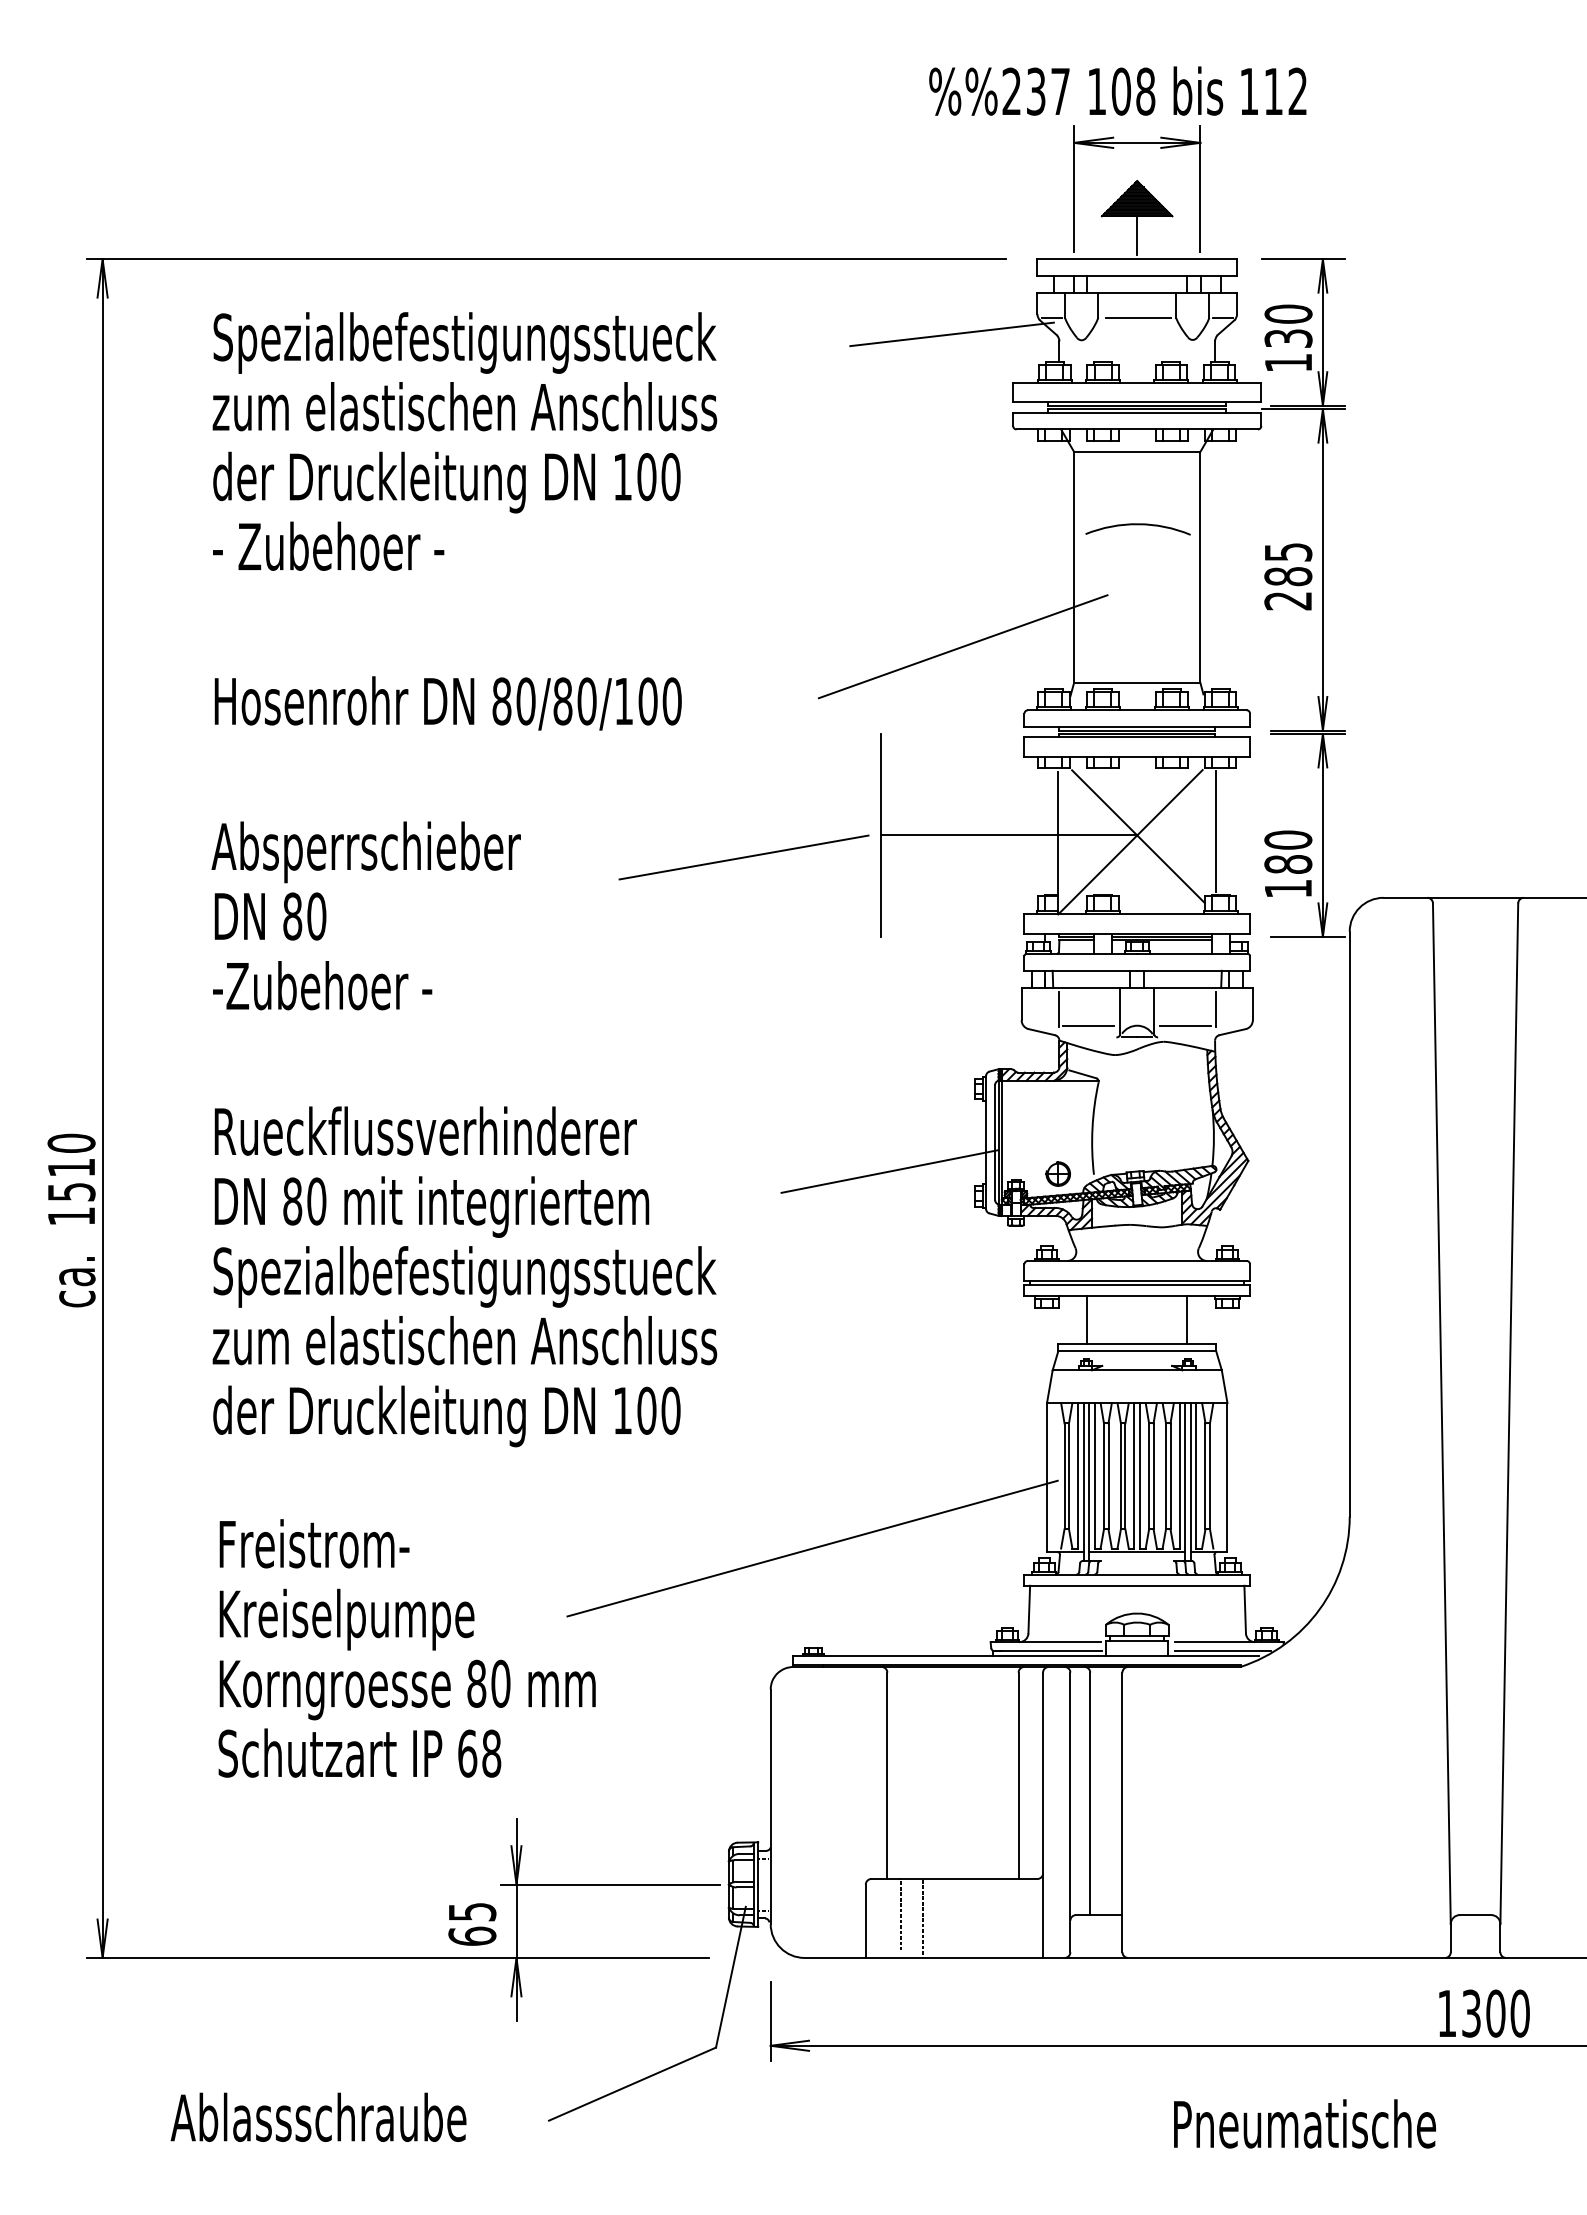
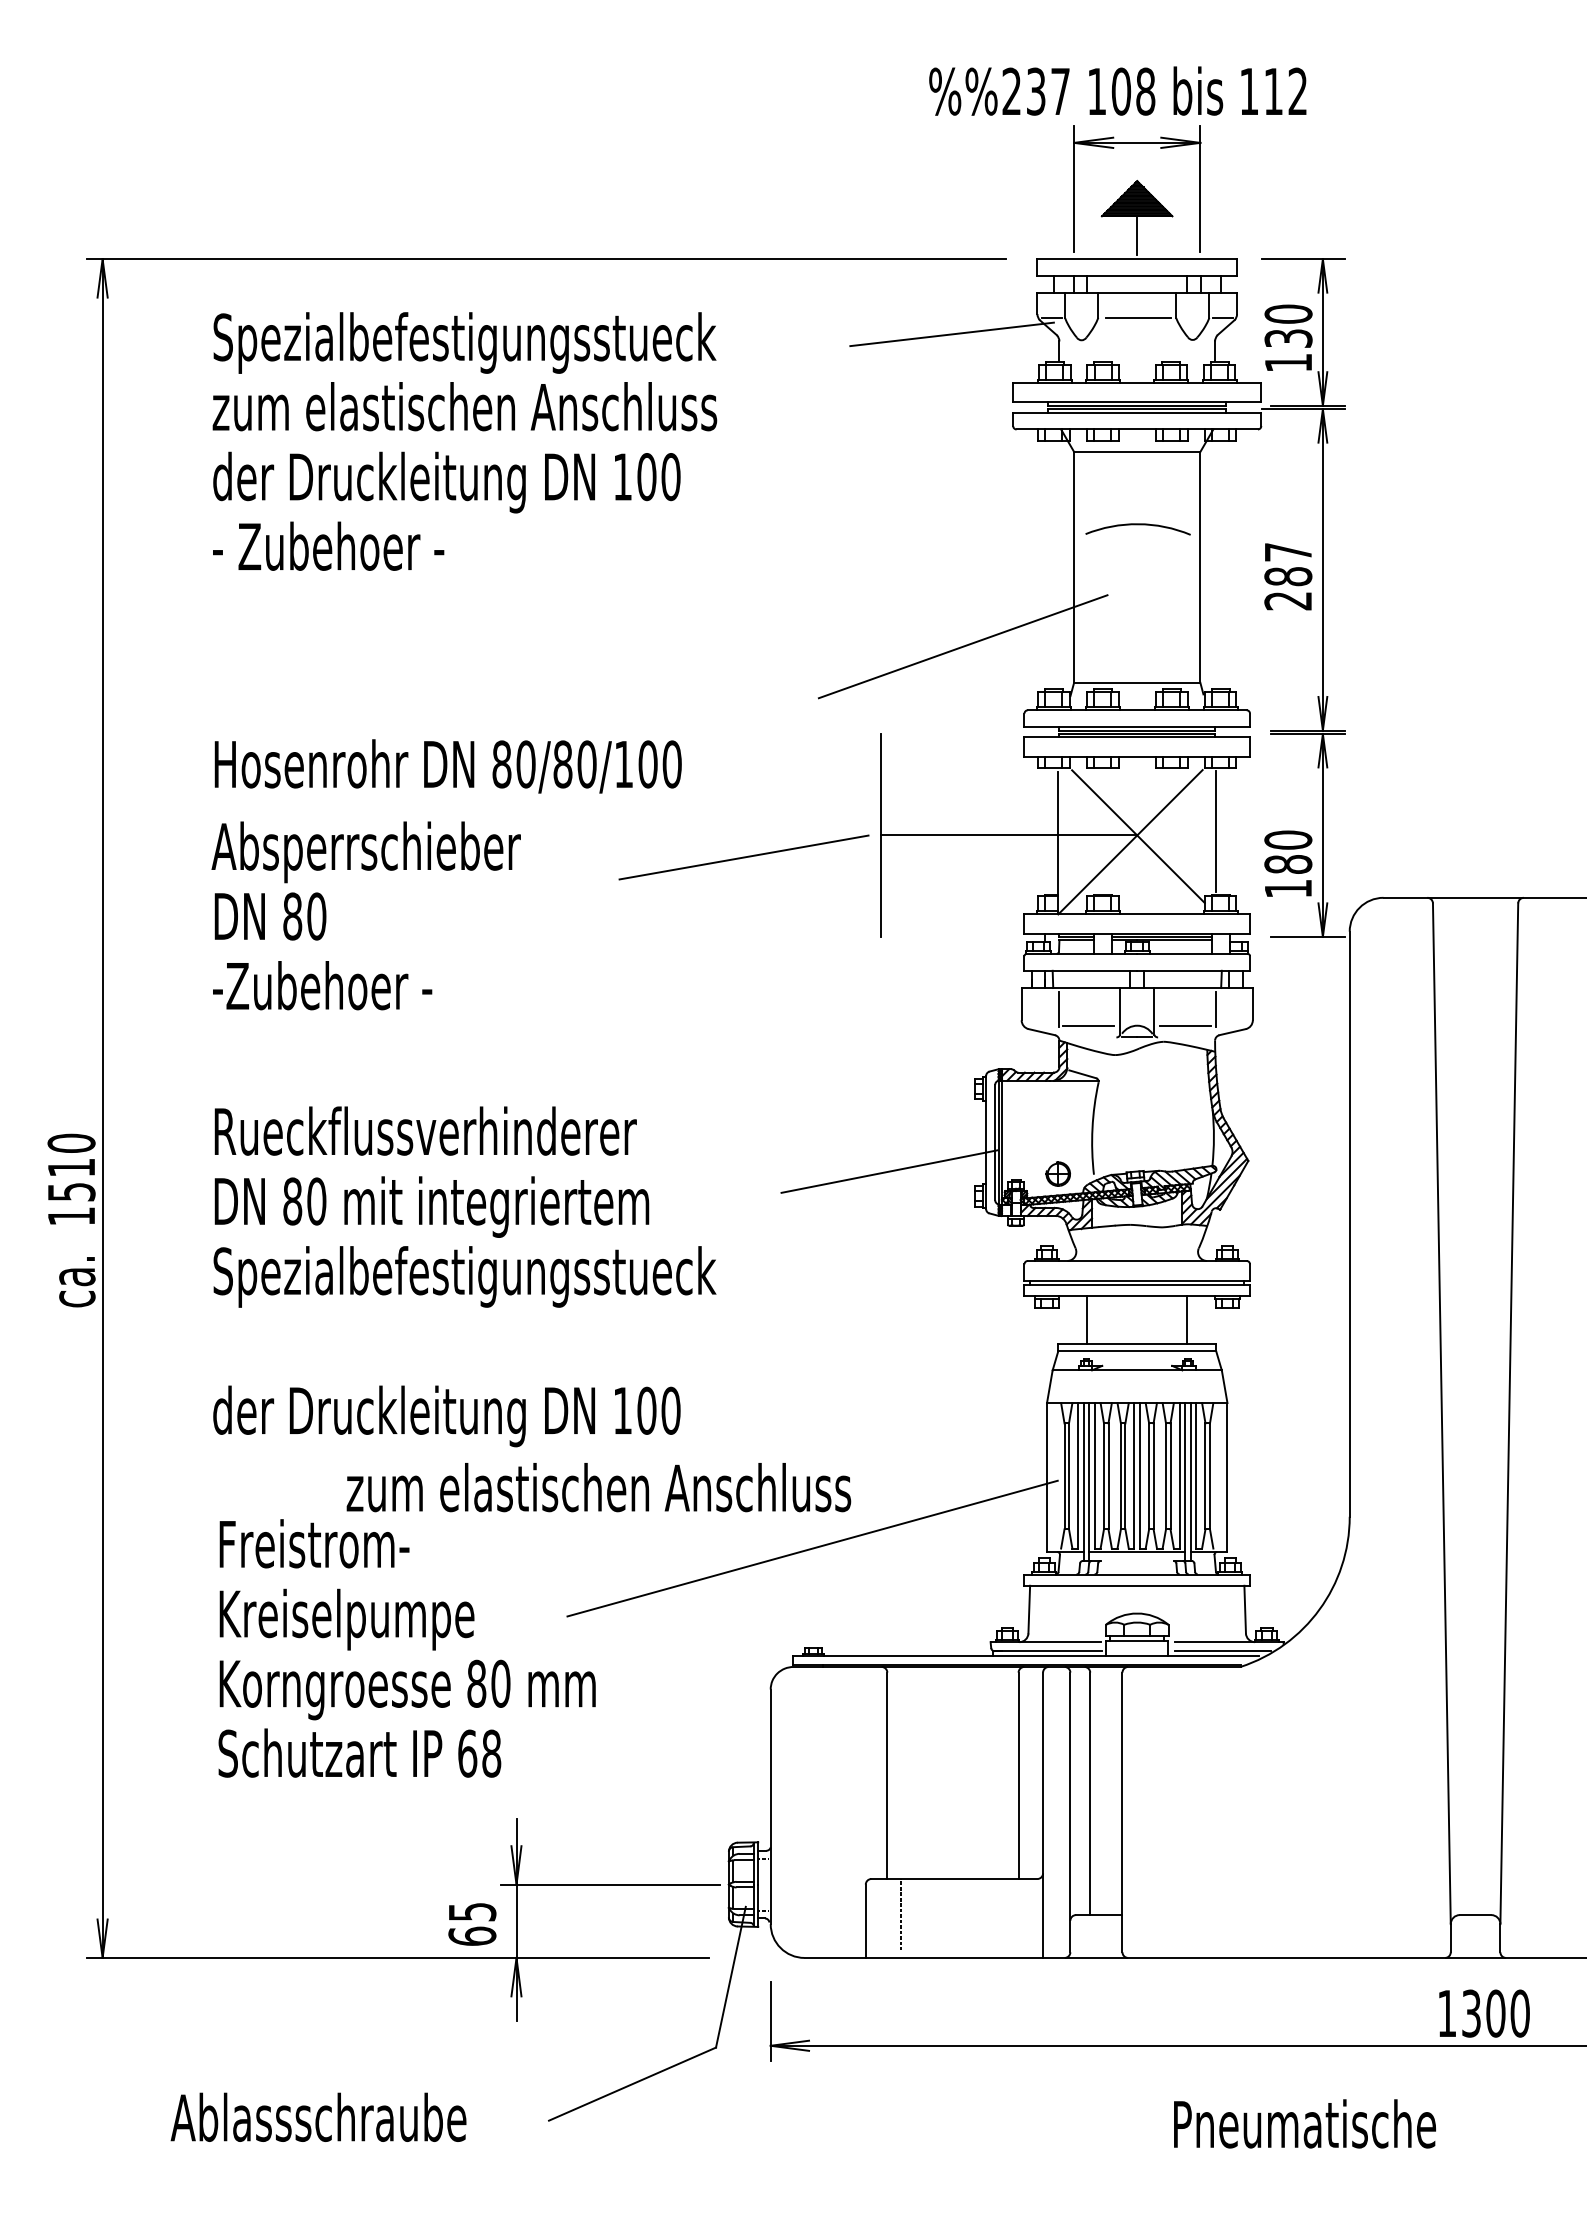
text at (1288, 552): 285 -> 287
text at (447, 703) position: (447, 703) -> (447, 766)
text at (464, 1340) position: (464, 1340) -> (598, 1487)
line at (923, 1918): present -> none
